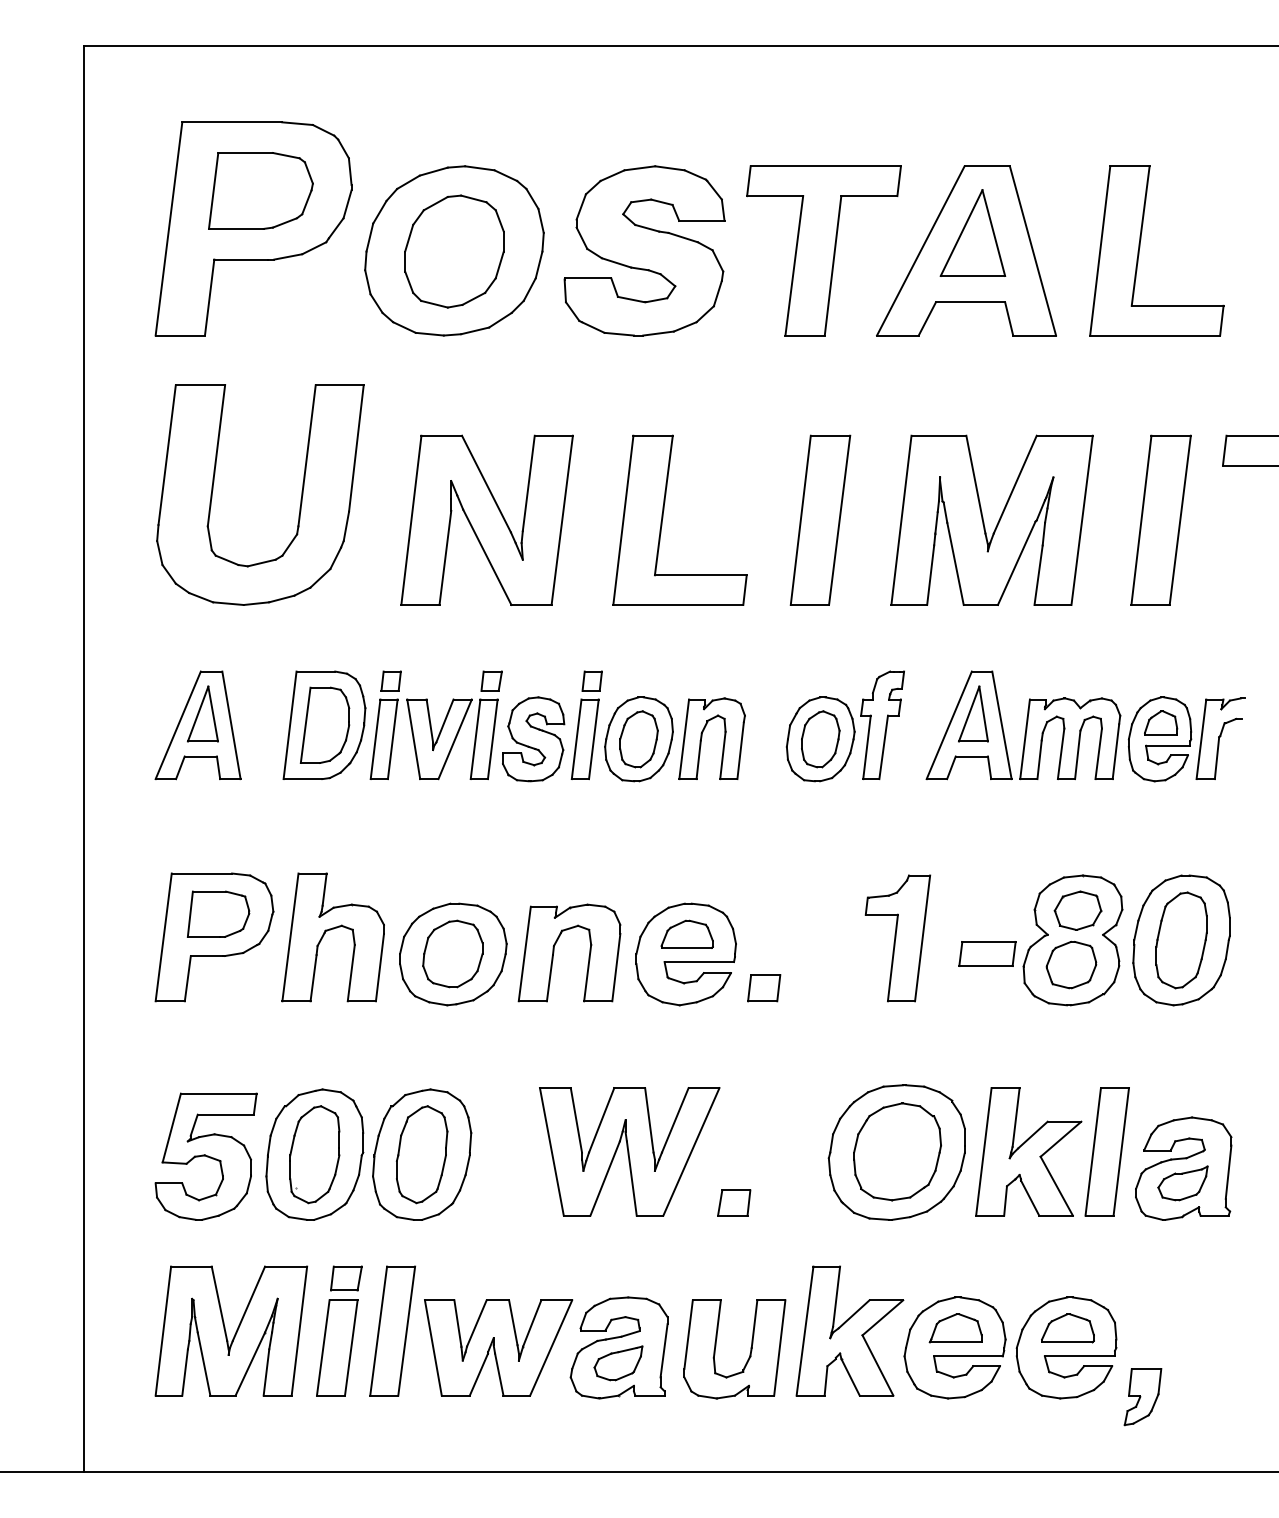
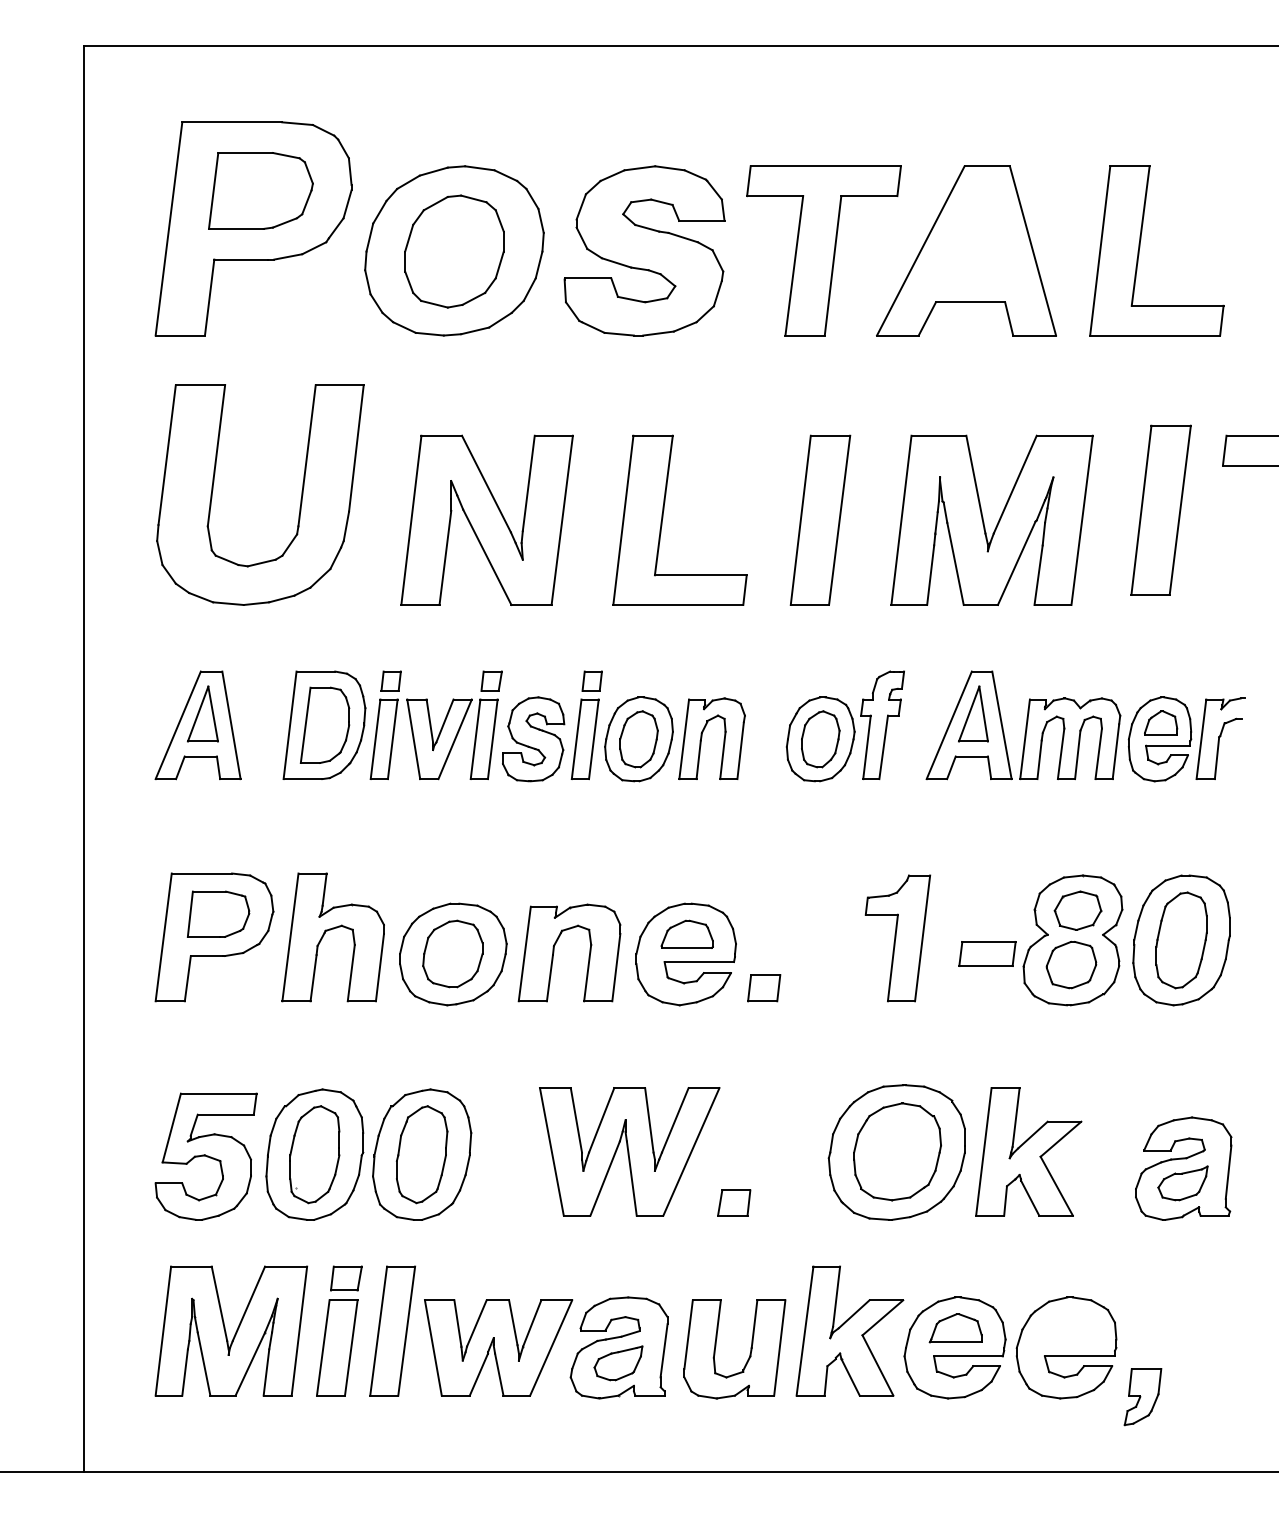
part at (972, 232): present -> none
part at (1160, 519) position: (1160, 519) -> (1160, 509)
part at (1106, 1151): present -> none
part at (1067, 1328): present -> none
